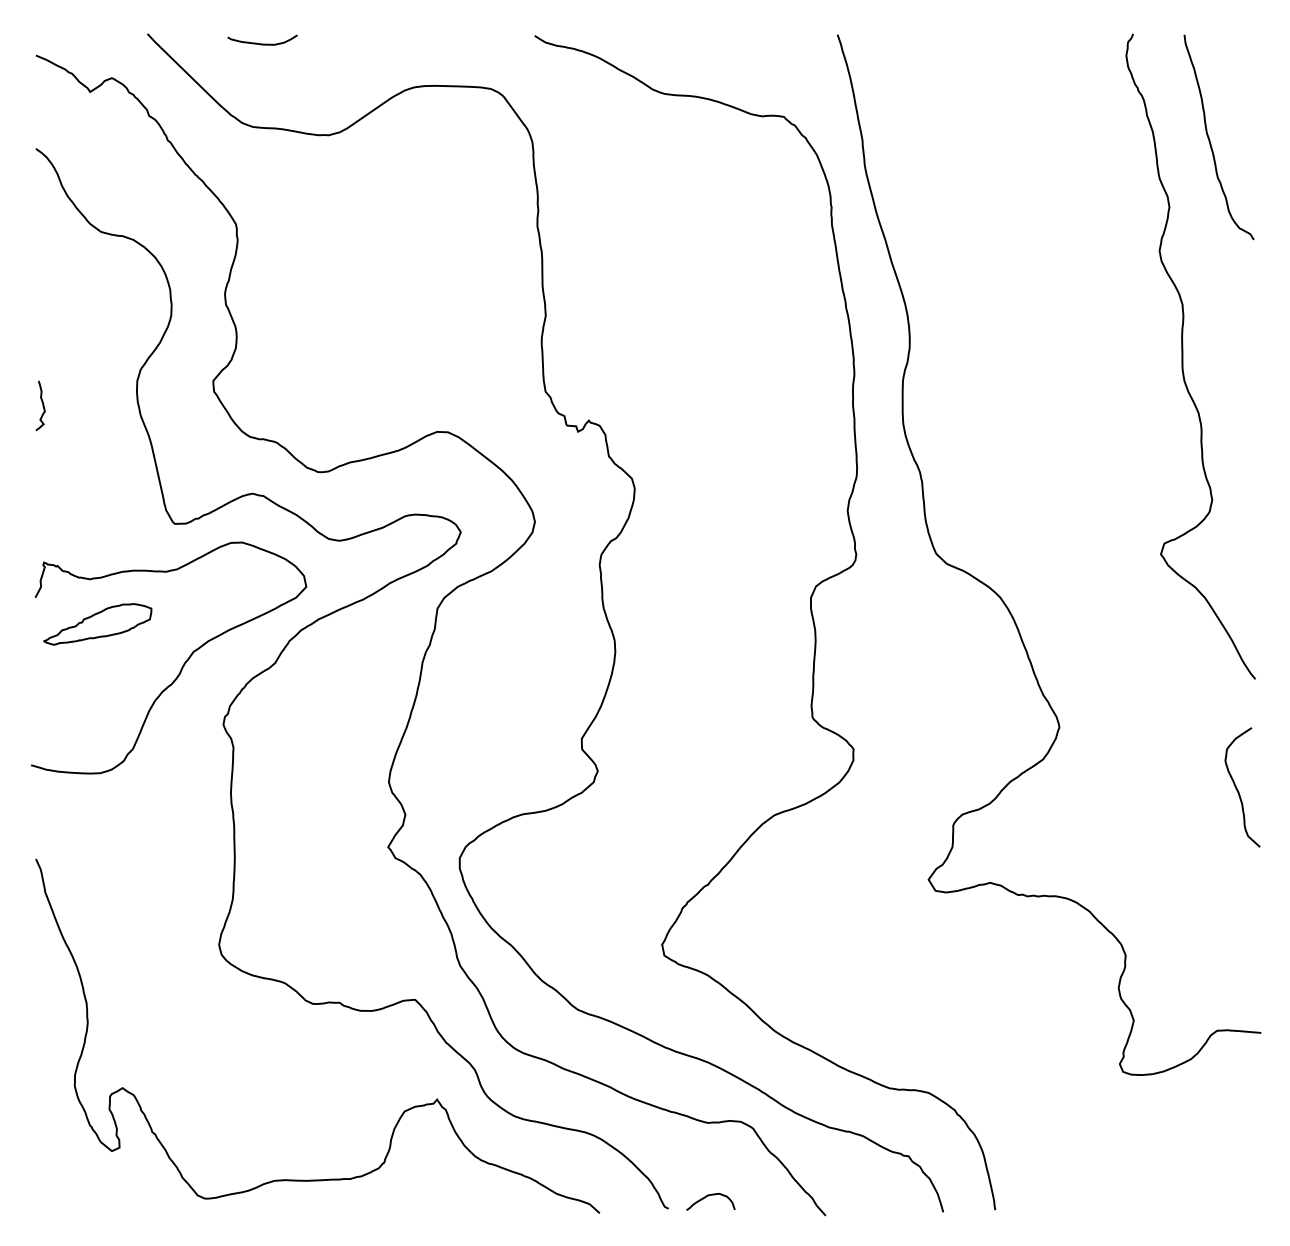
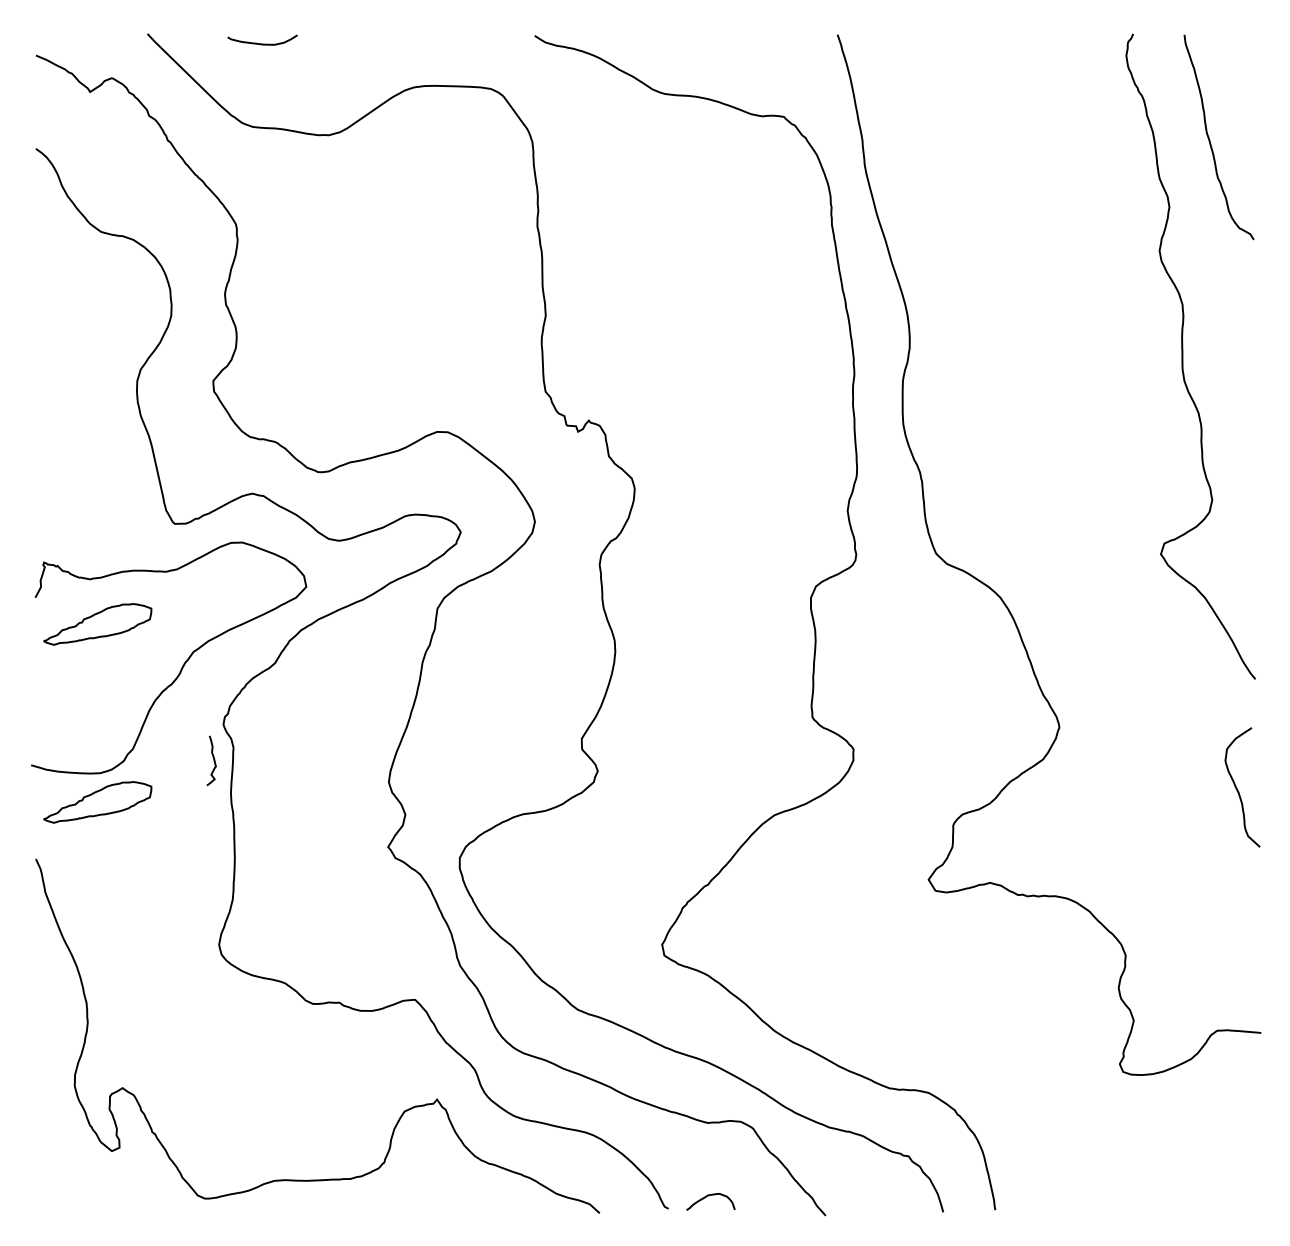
curve at (42, 405) position: (42, 405) -> (213, 760)
part at (97, 802): none -> present
